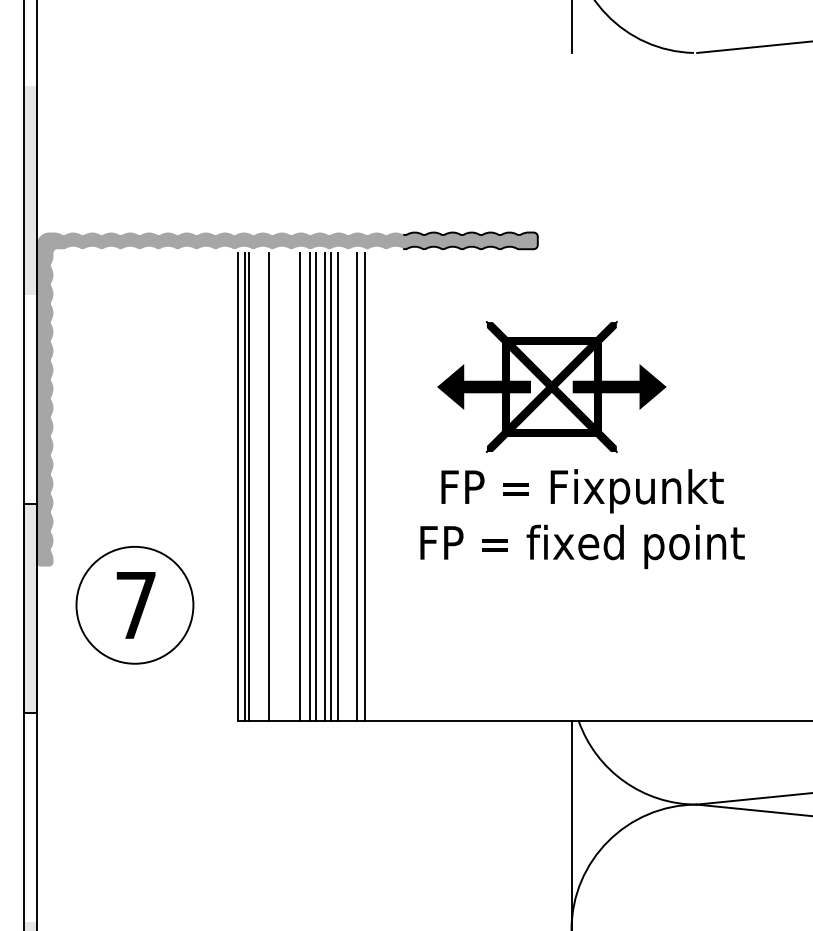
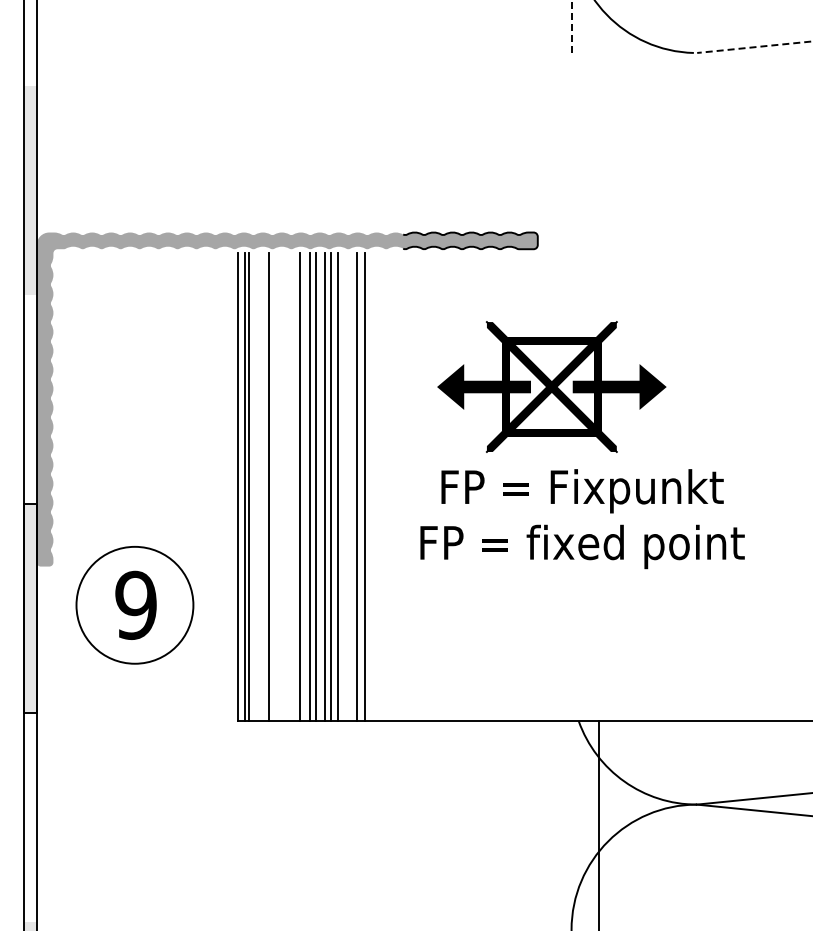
line at (571, 26): solid -> dashed
line at (754, 47): solid -> dashed
text at (135, 604): 7 -> 9
line at (571, 824) position: (571, 824) -> (598, 824)
